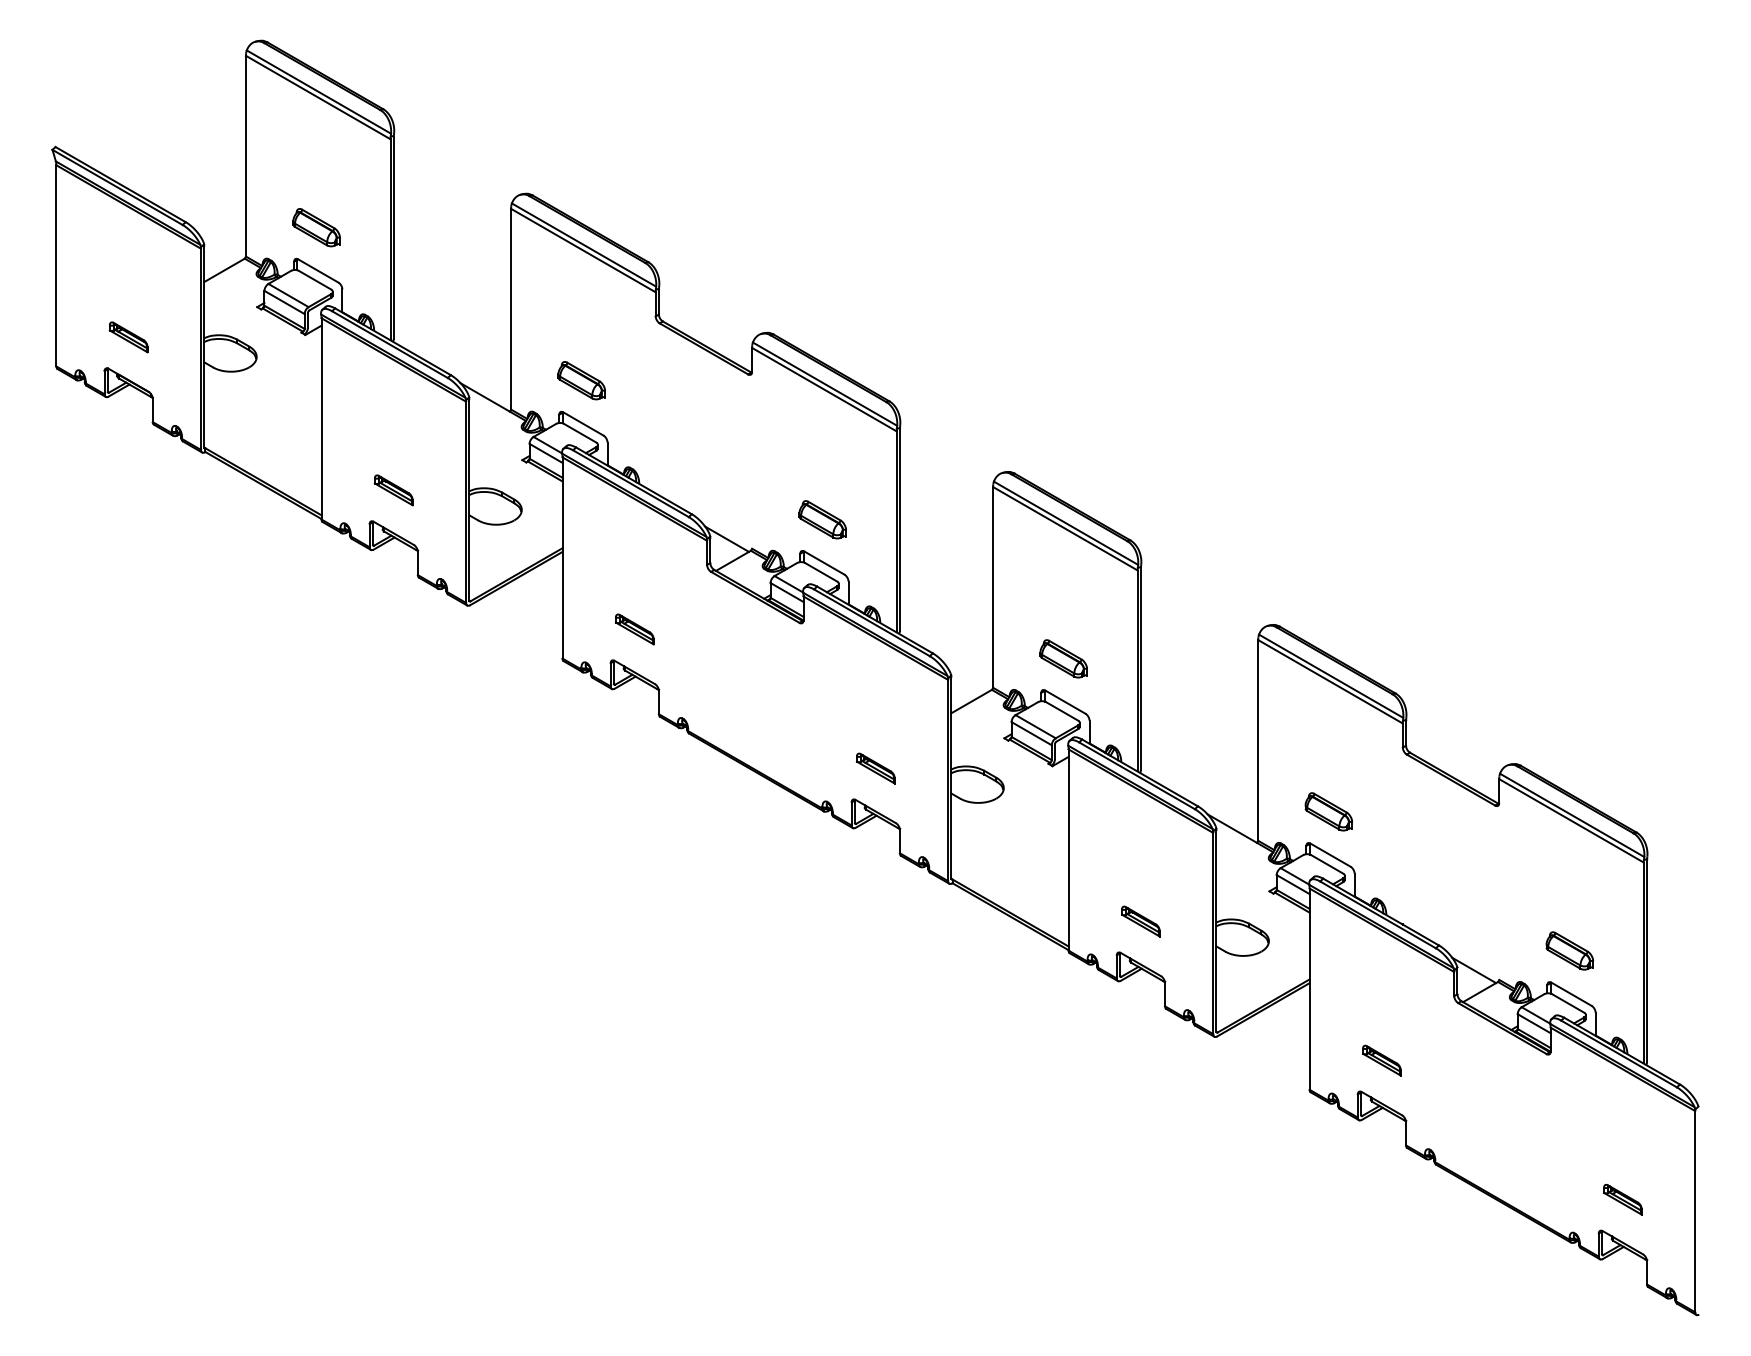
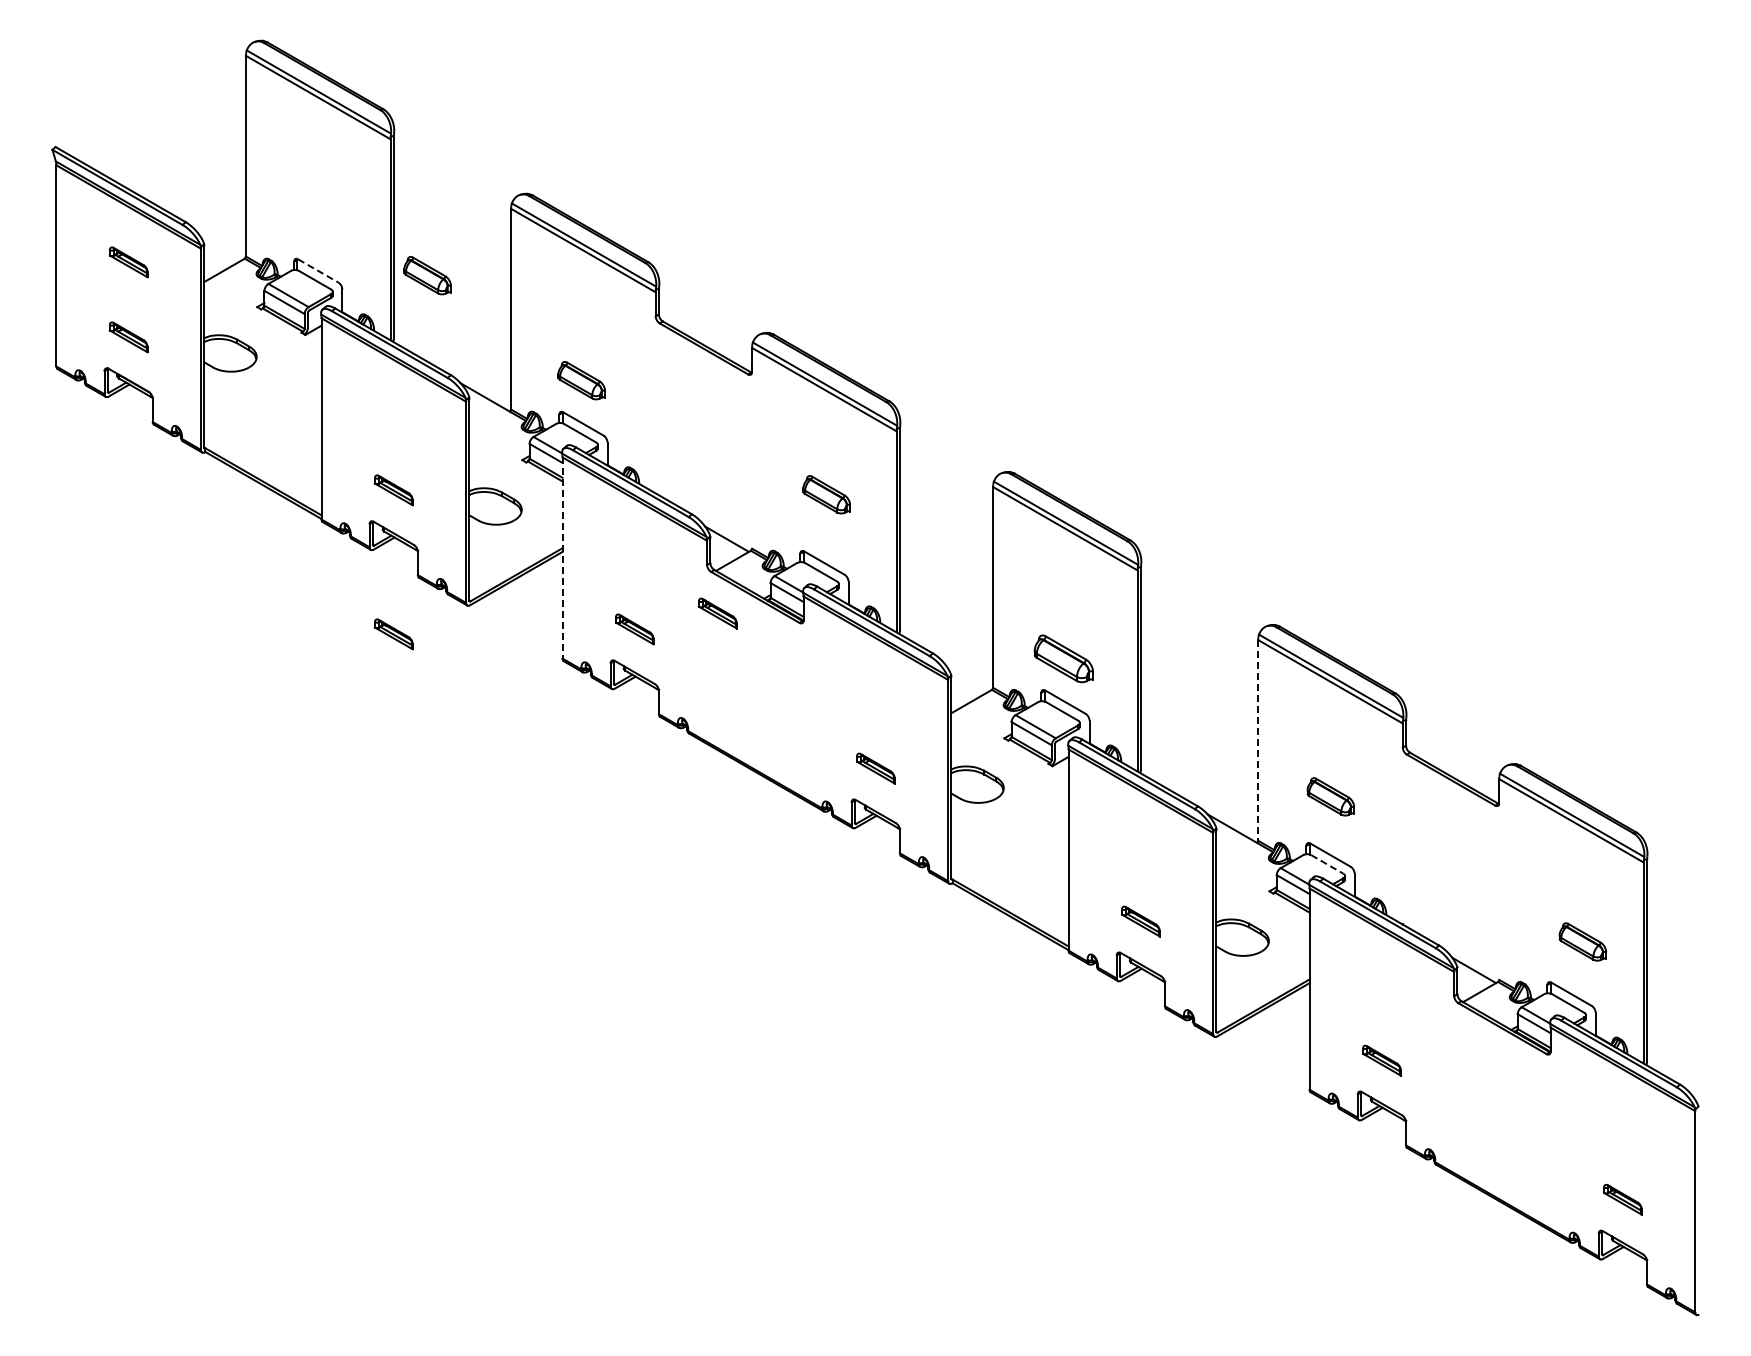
part at (316, 227) position: (316, 227) -> (427, 275)
part at (128, 262): none -> present
line at (318, 271): solid -> dashed
part at (822, 519) position: (822, 519) -> (826, 494)
line at (562, 557): solid -> dashed
part at (717, 613): none -> present
part at (393, 634): none -> present
part at (1063, 658) size: 49x40 px -> 61x50 px
line at (1258, 740): solid -> dashed
part at (1328, 811) position: (1328, 811) -> (1330, 796)
line at (1327, 864): solid -> dashed
part at (1569, 950) position: (1569, 950) -> (1582, 941)
